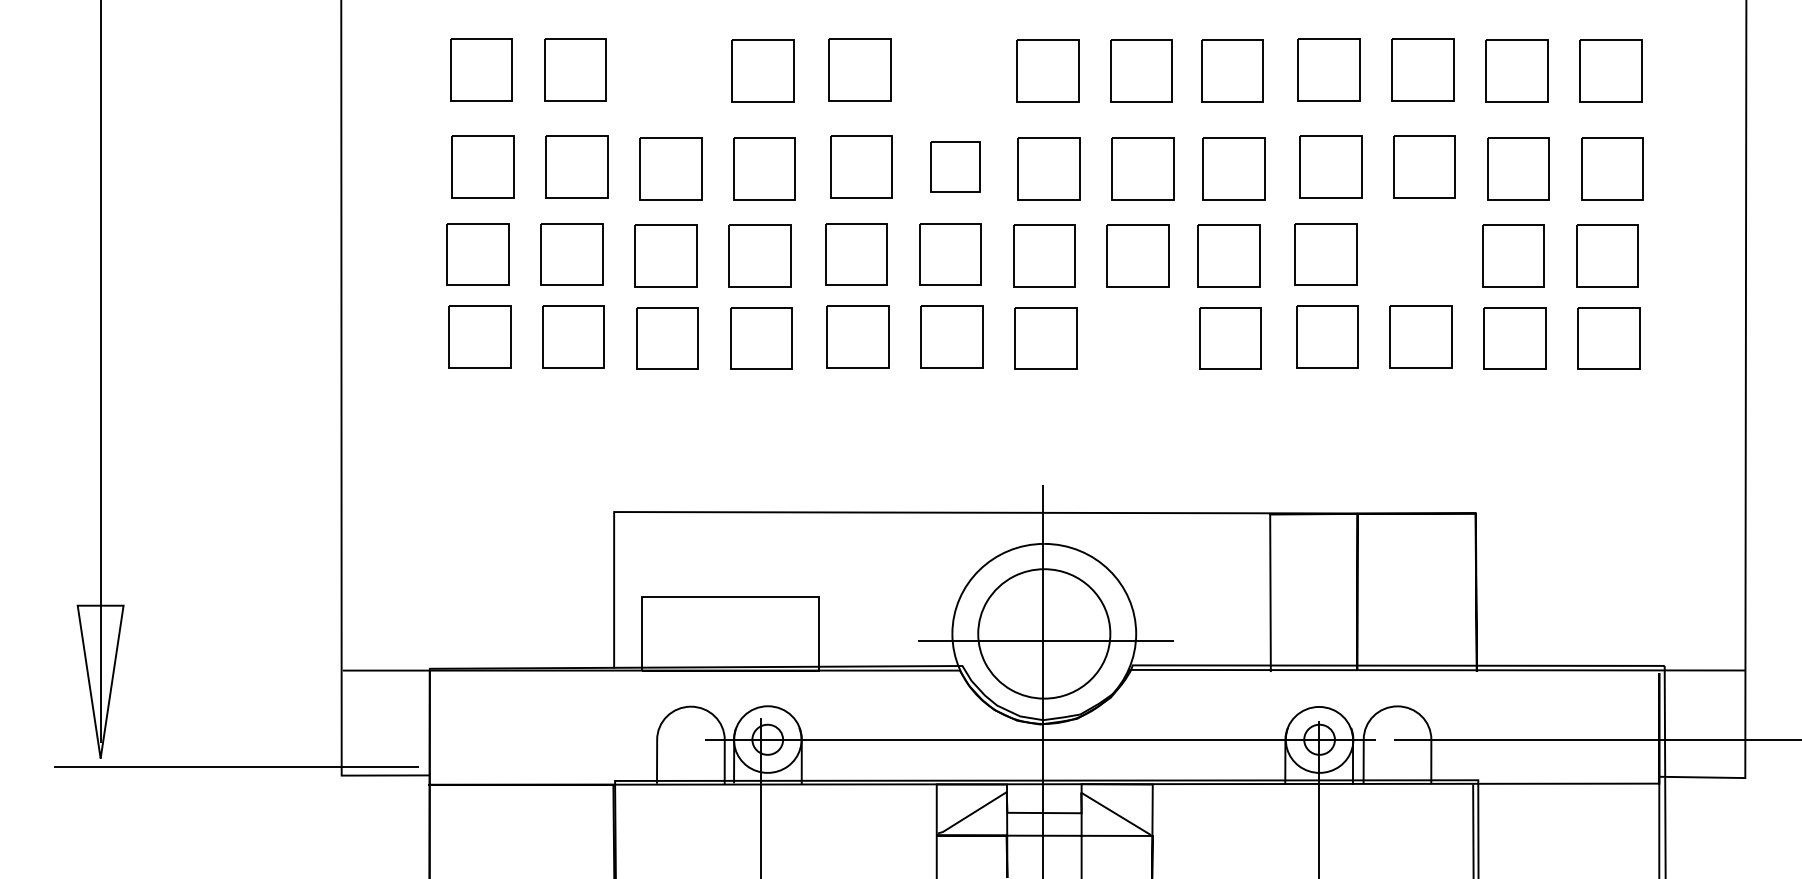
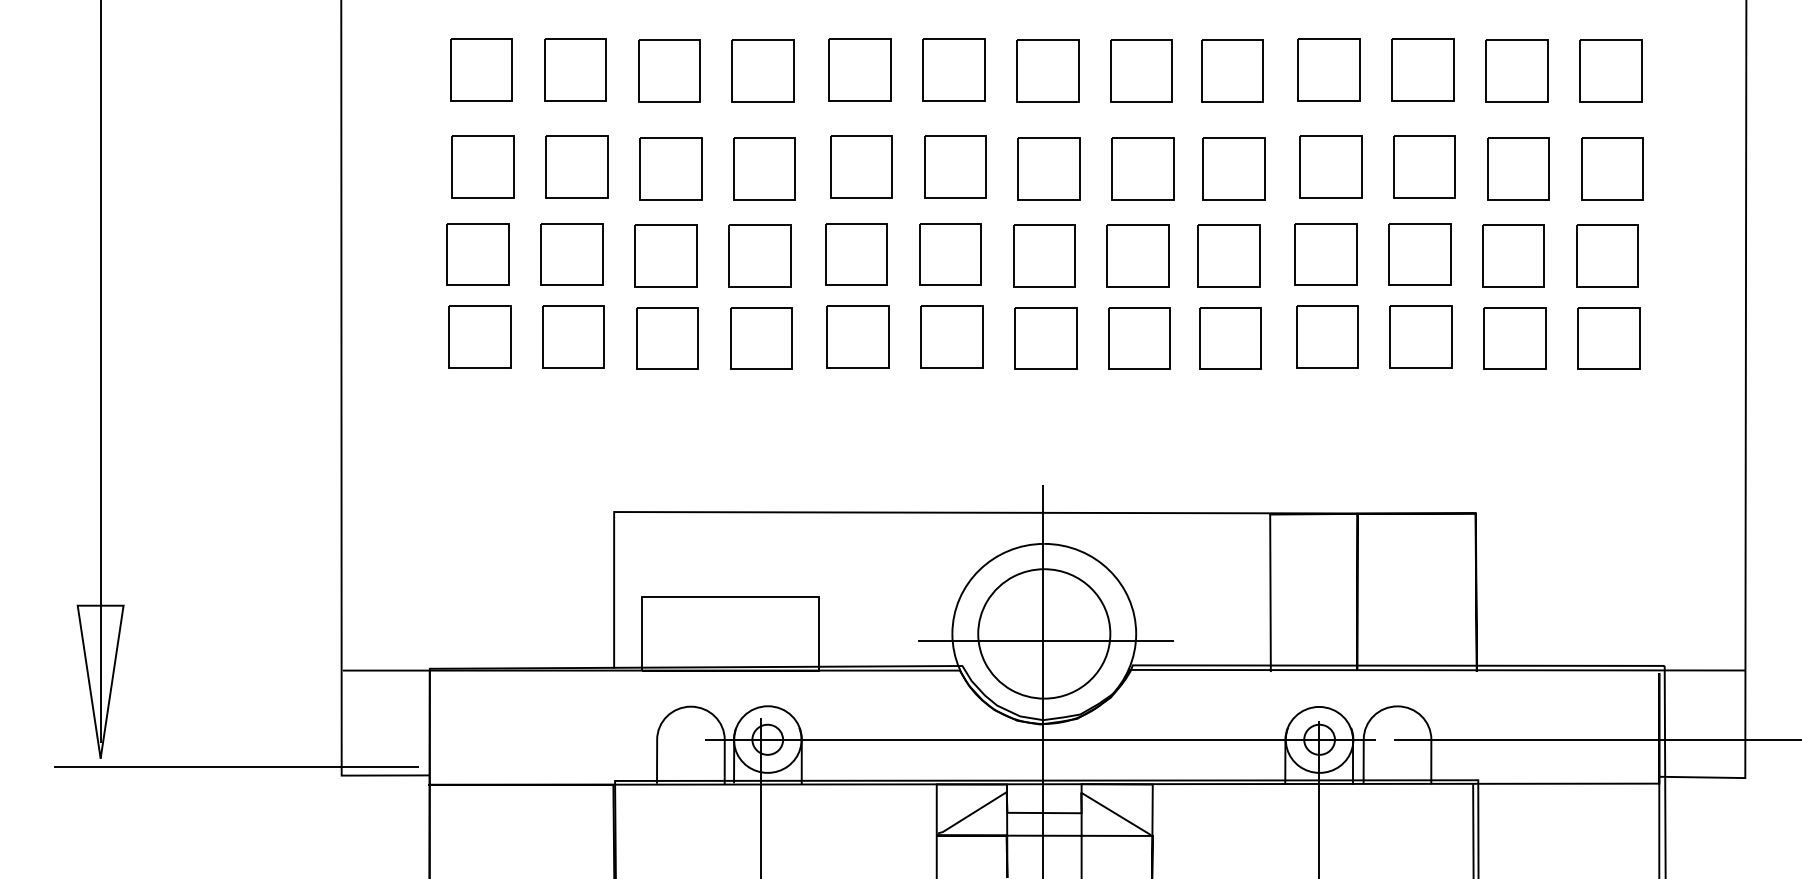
part at (953, 69): none -> present
part at (669, 70): none -> present
part at (955, 166) size: 51x52 px -> 63x64 px
part at (1419, 254): none -> present
part at (1139, 338): none -> present
